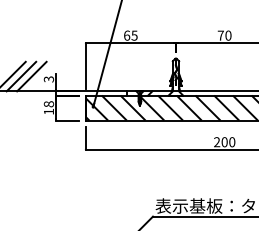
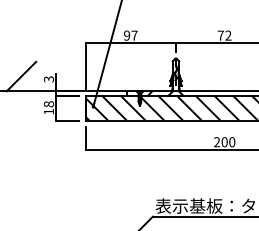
text at (130, 35): 65 -> 97
text at (228, 35): 70 -> 72
line at (13, 73): present -> none
line at (31, 76): present -> none
